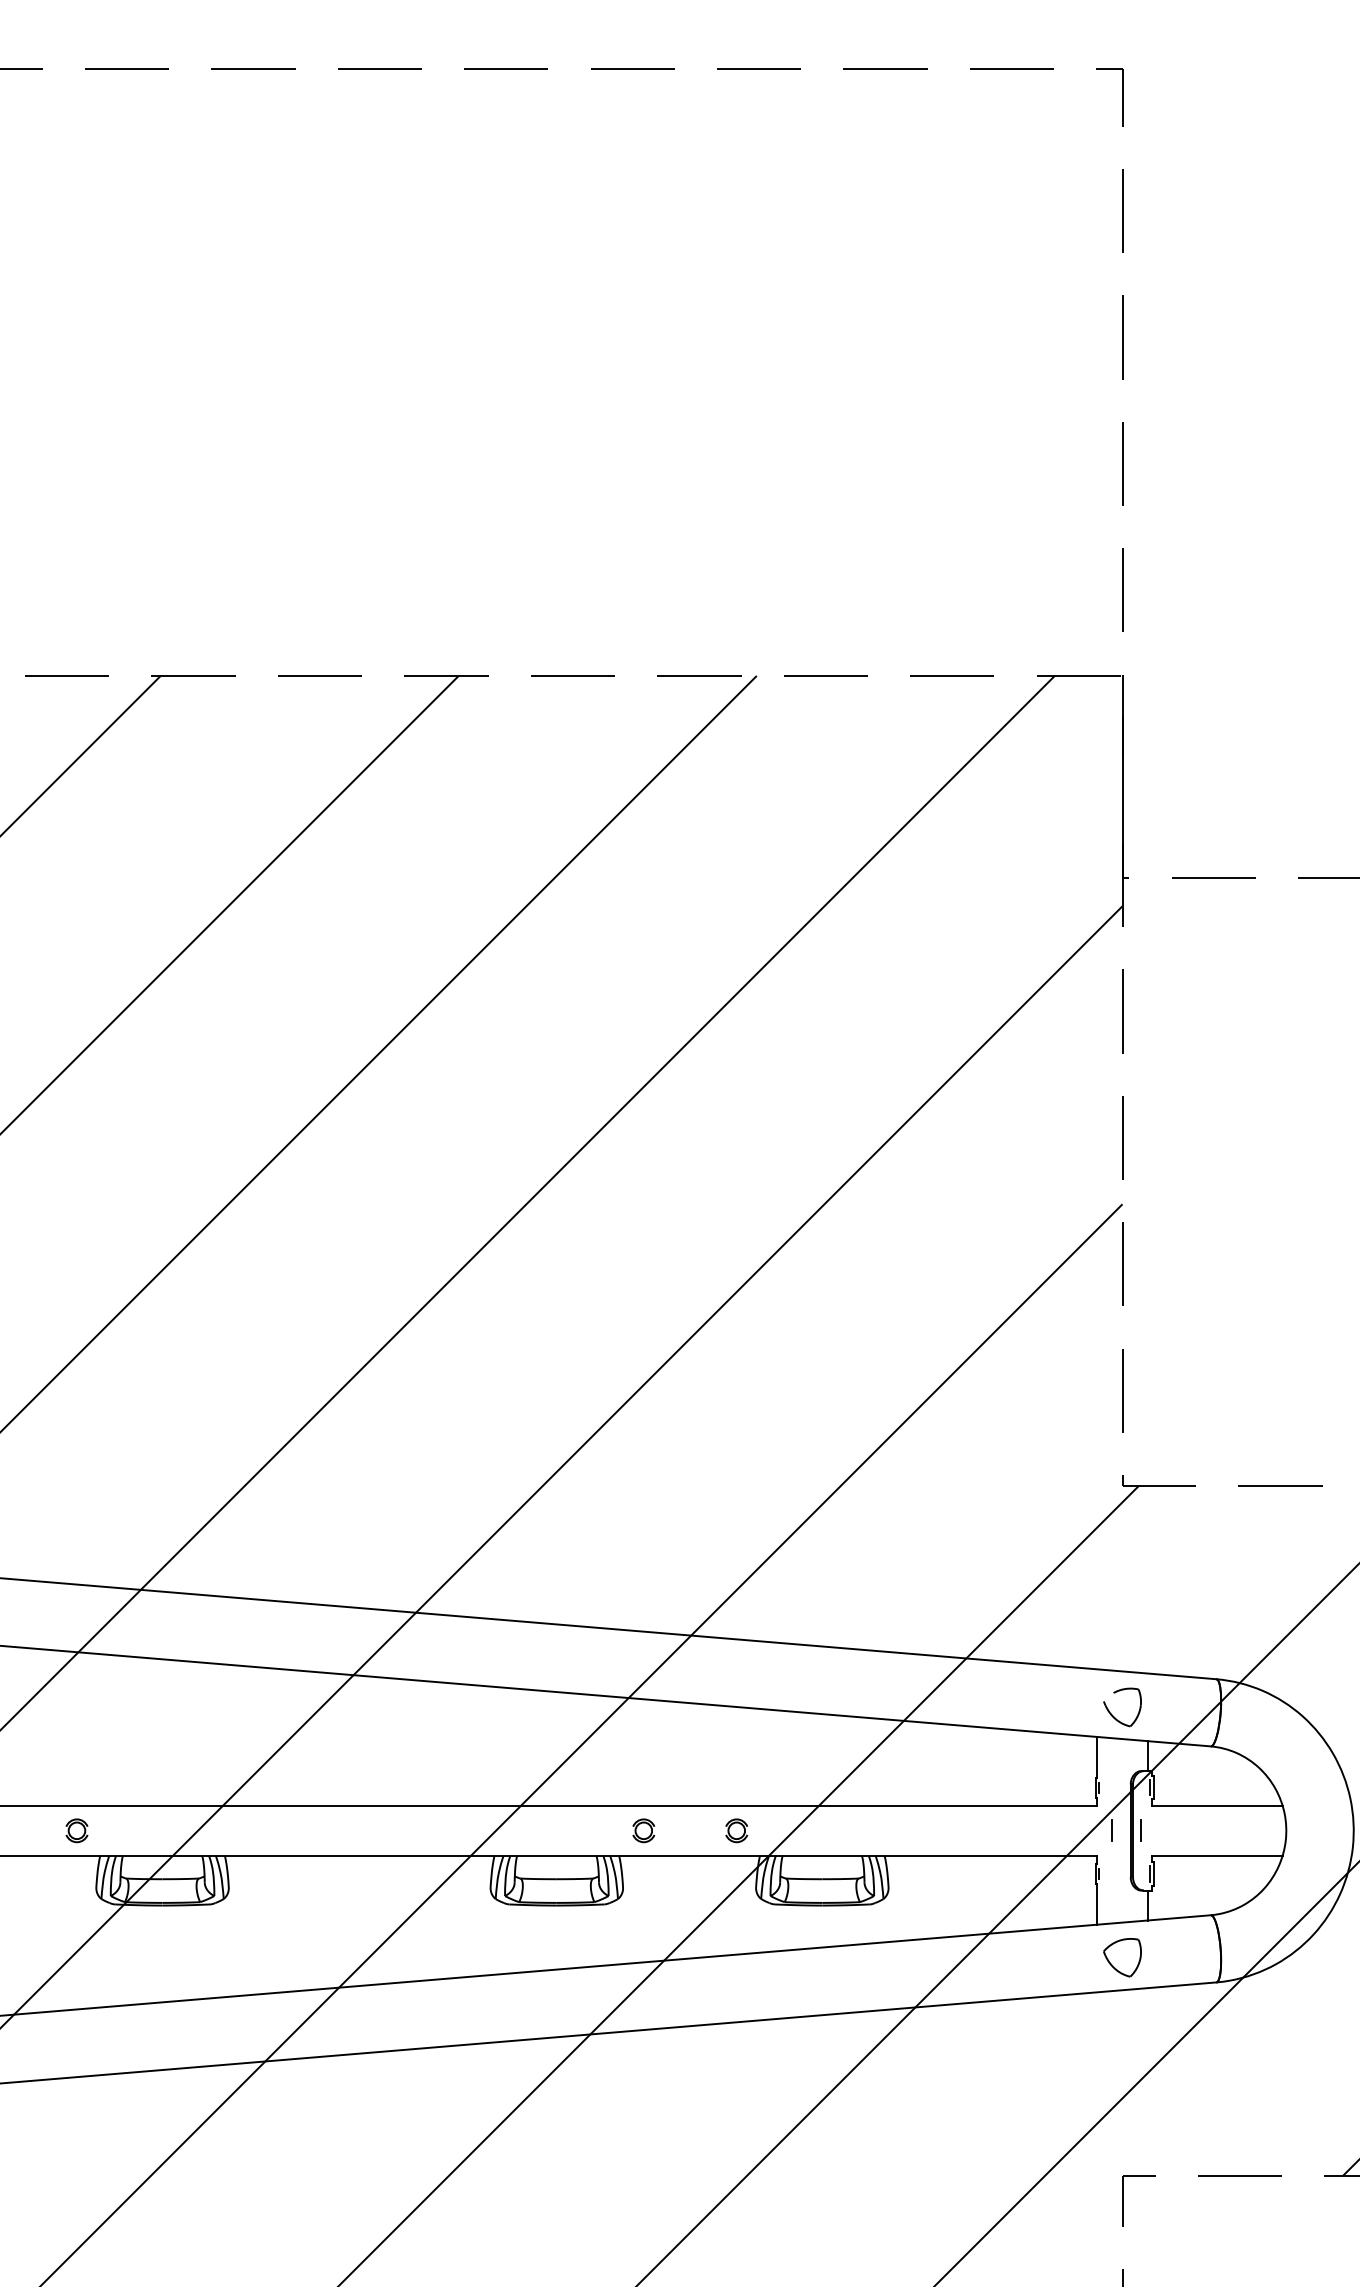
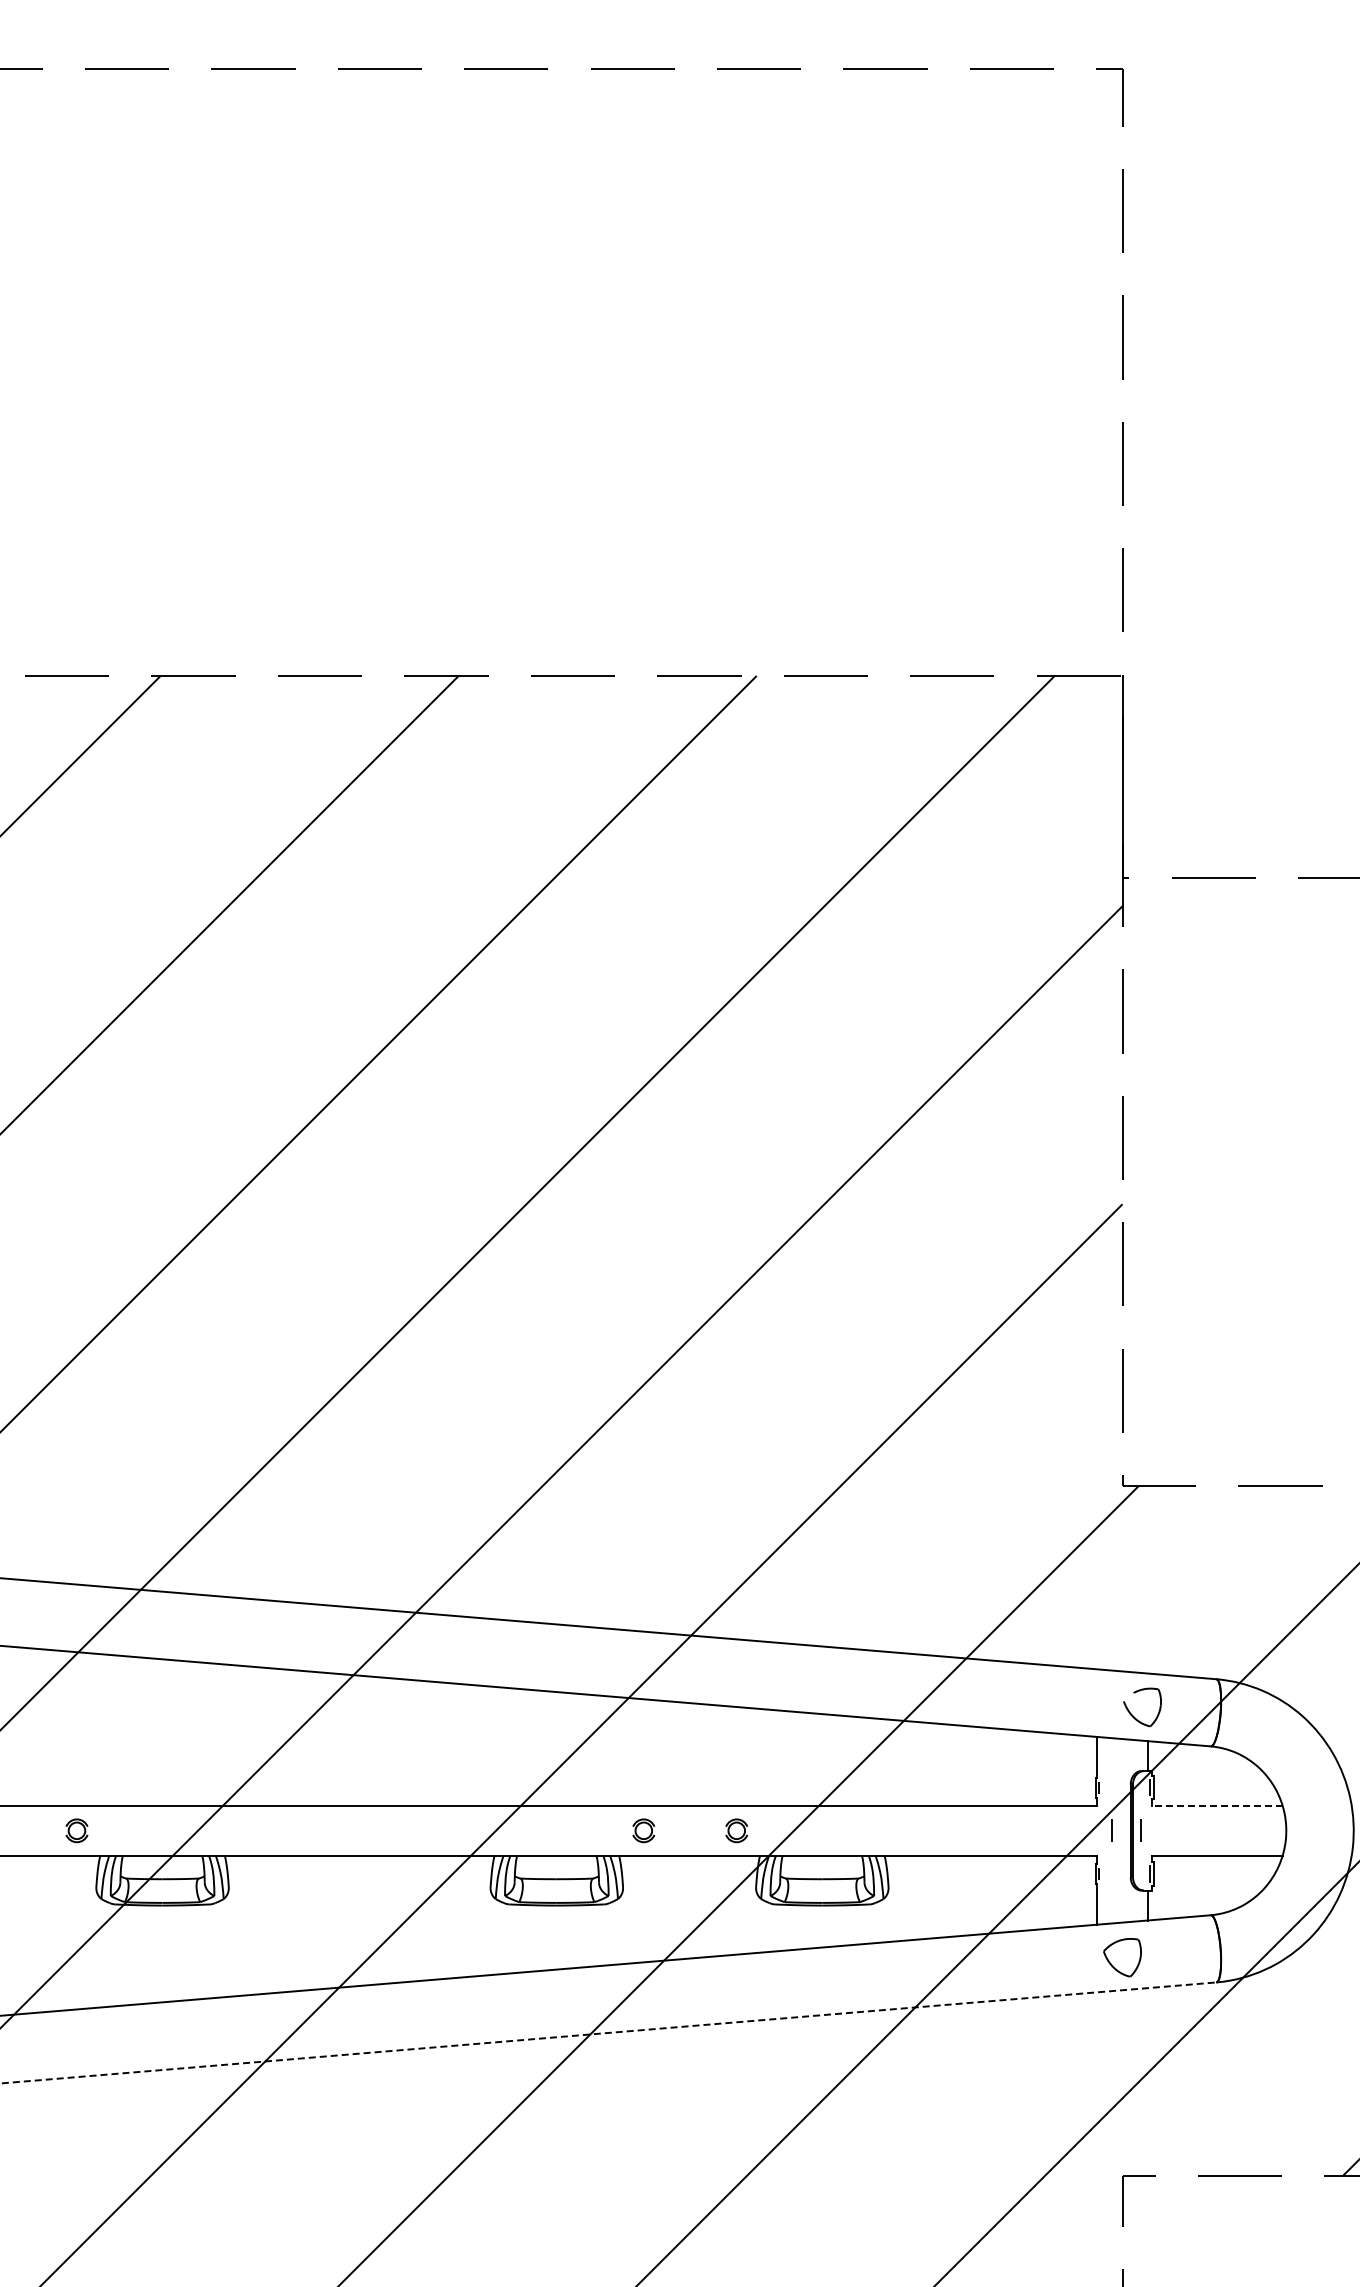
part at (1113, 1715) position: (1113, 1715) -> (1133, 1715)
line at (1216, 1805): solid -> dashed
line at (608, 2032): solid -> dashed
